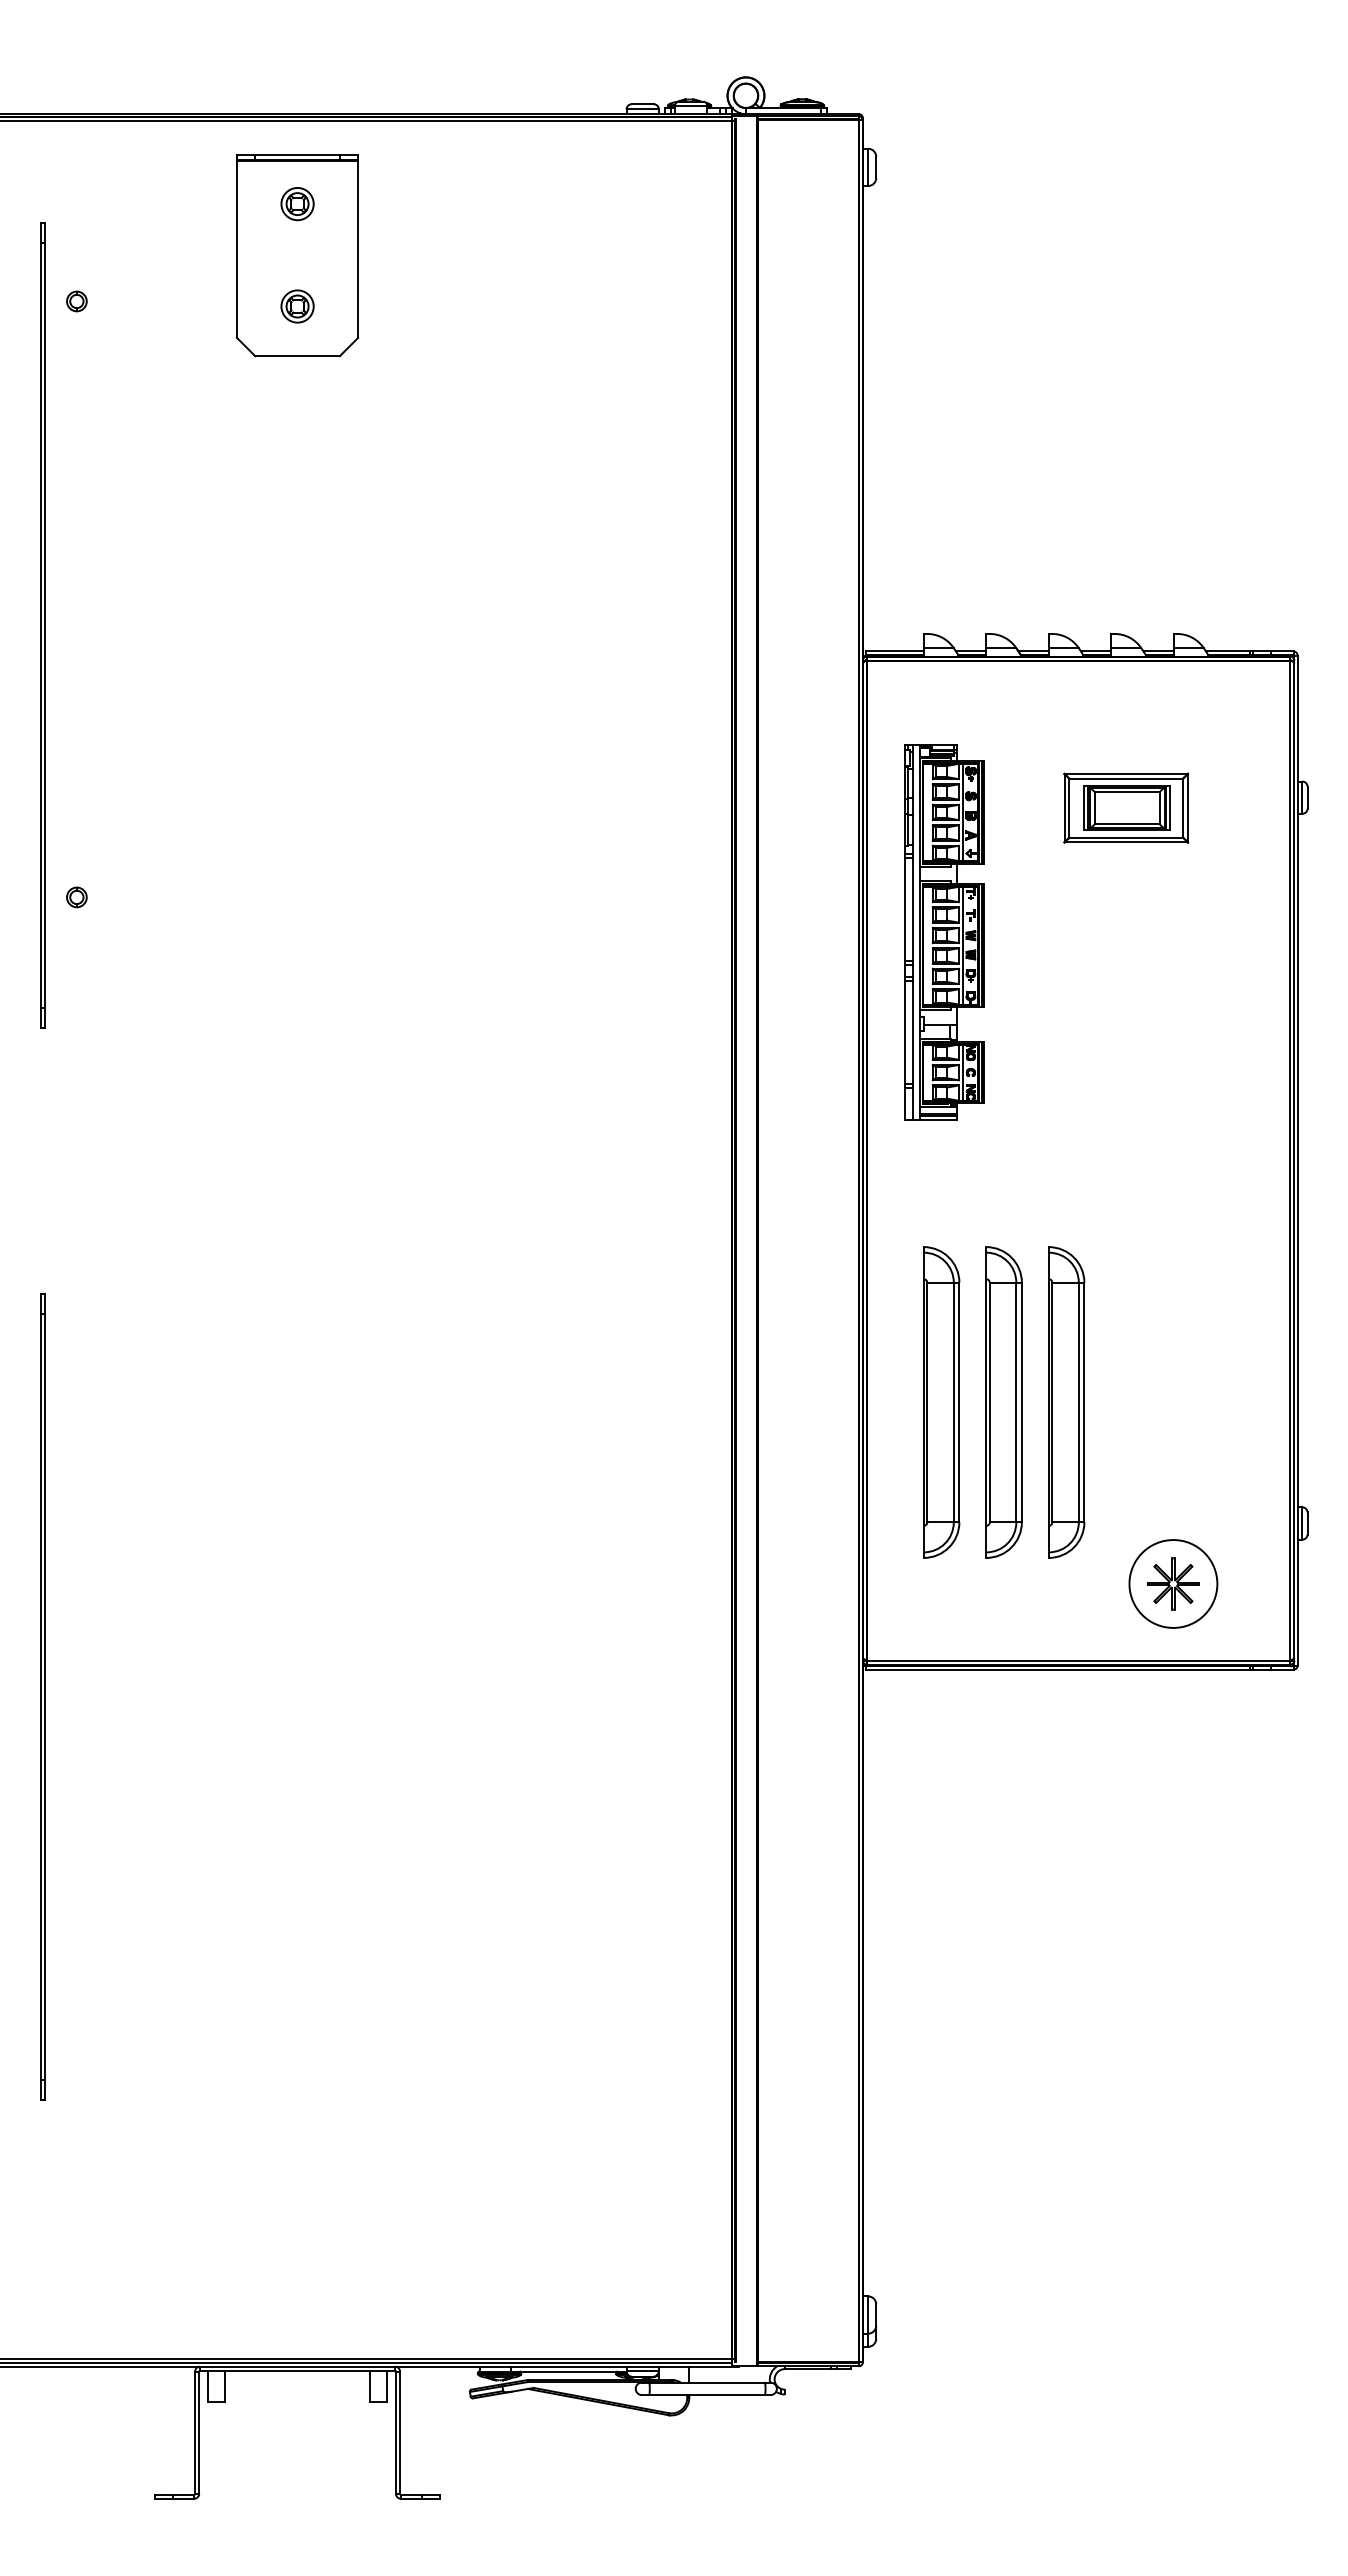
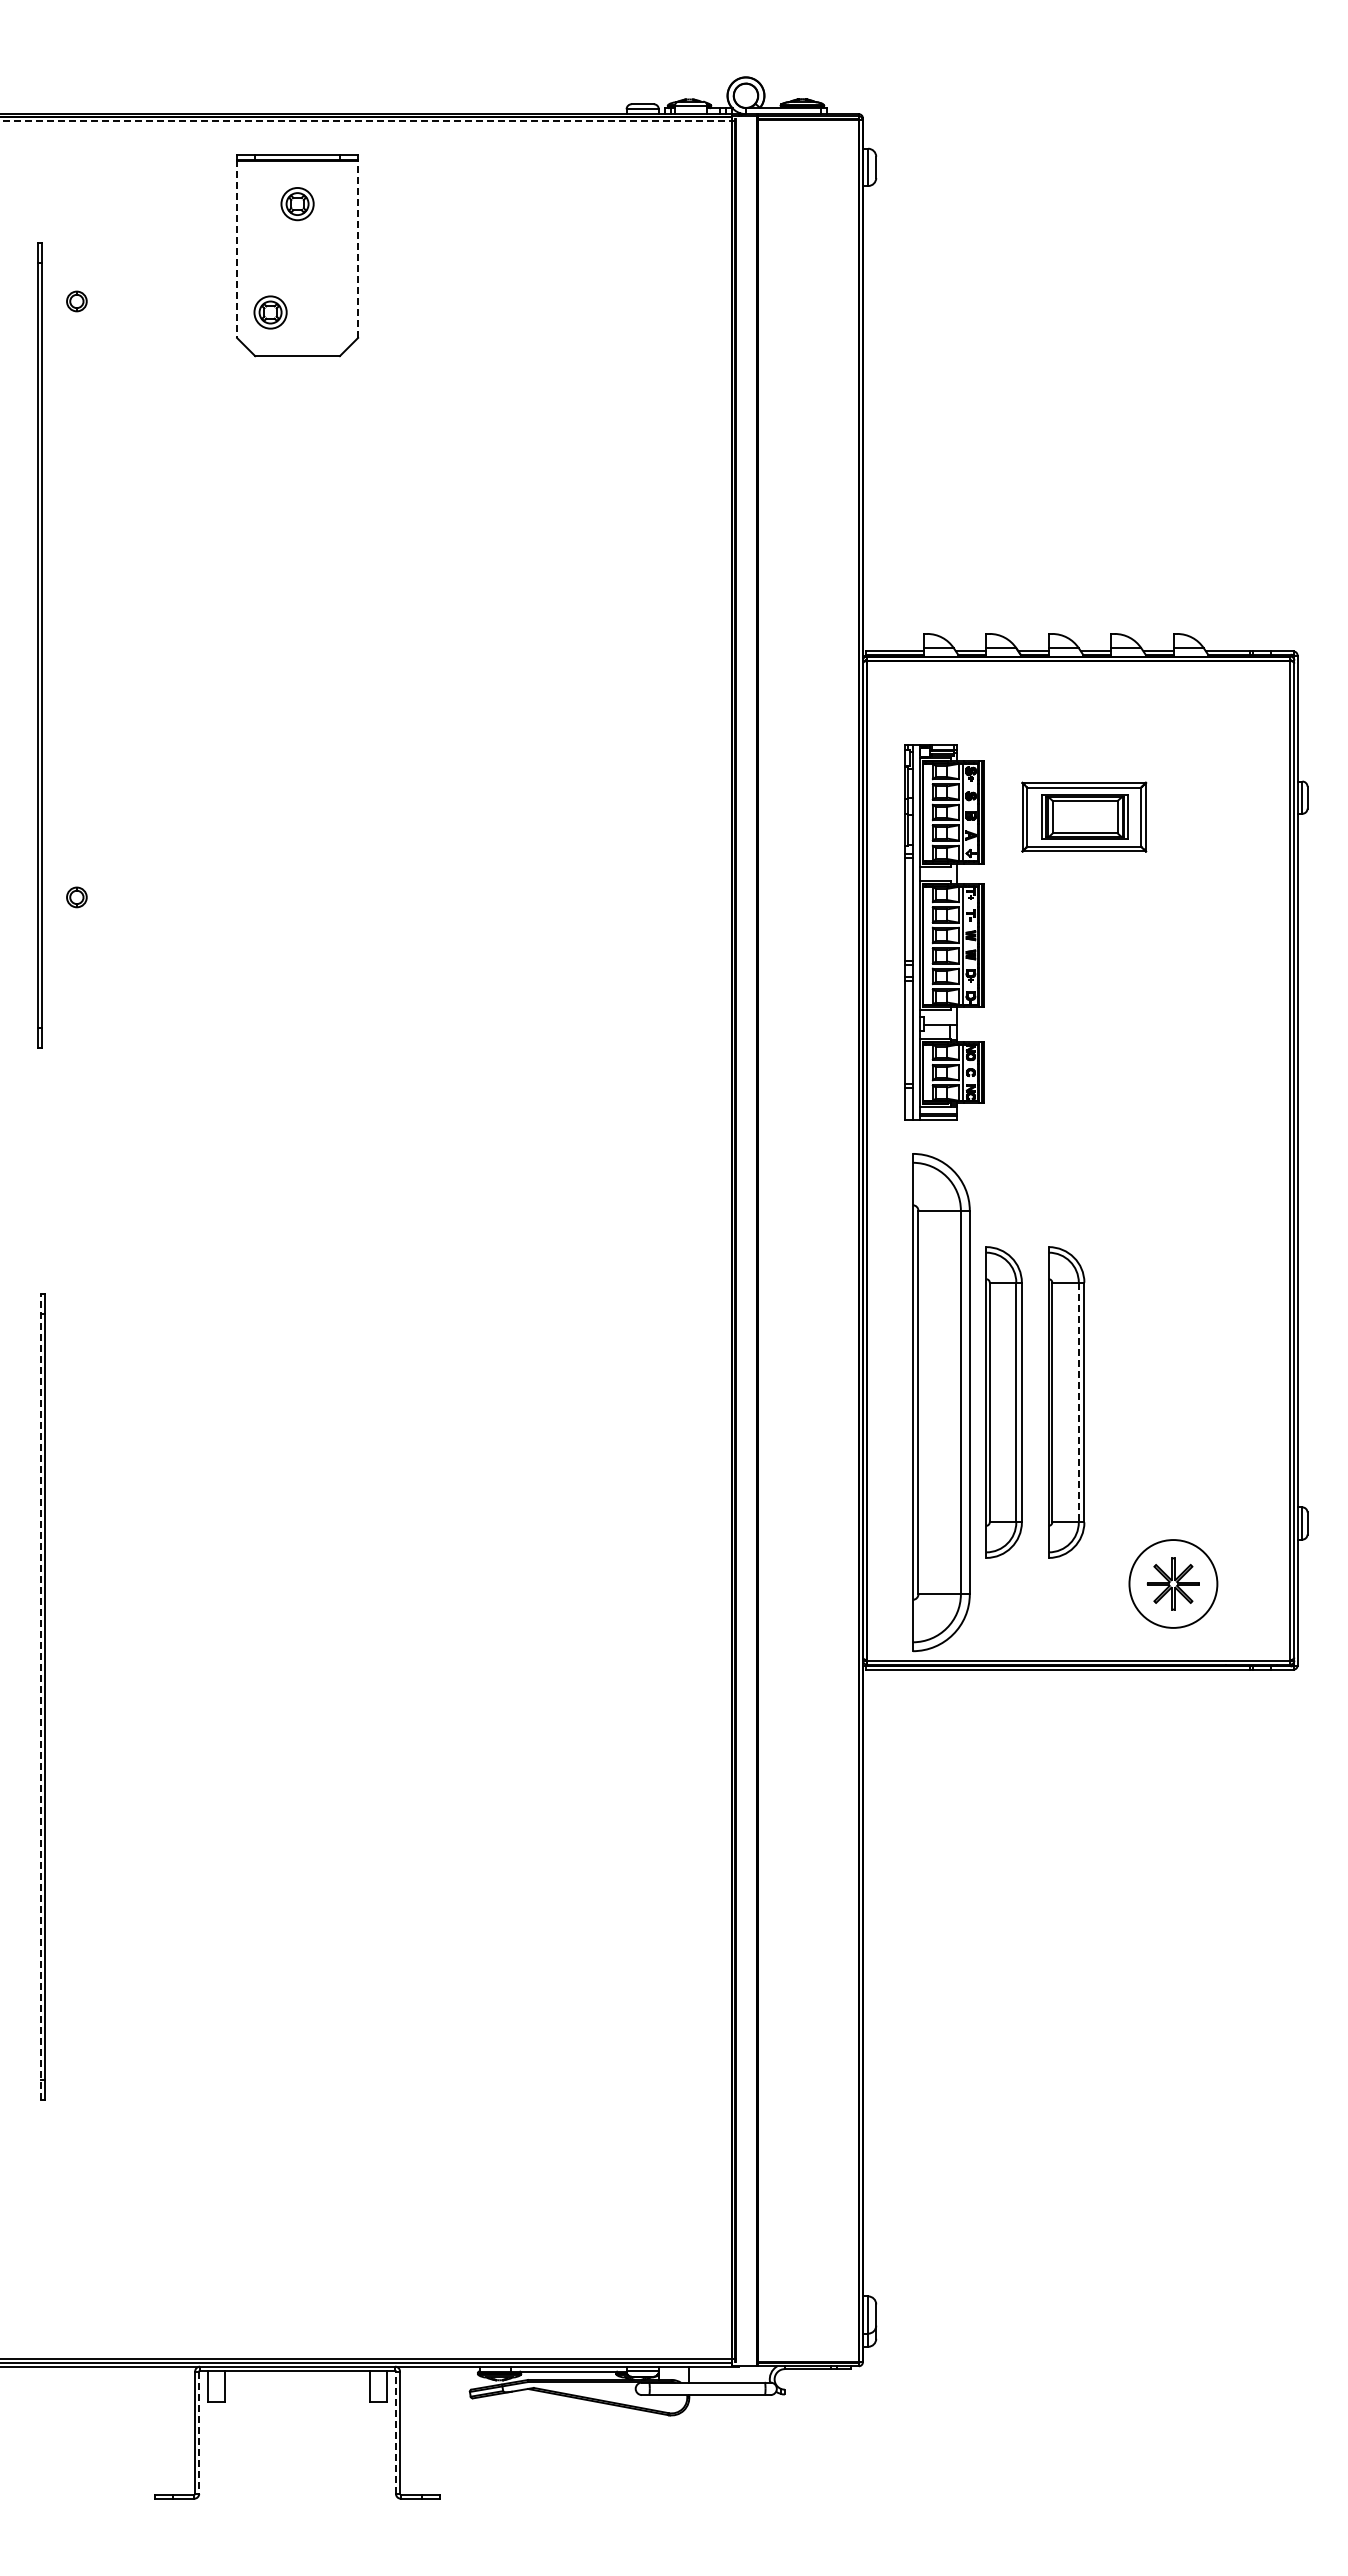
line at (367, 121): solid -> dashed
line at (358, 248): solid -> dashed
line at (237, 249): solid -> dashed
part at (297, 306) position: (297, 306) -> (270, 312)
part at (42, 625) position: (42, 625) -> (39, 645)
part at (1126, 807) position: (1126, 807) -> (1084, 816)
part at (941, 1402) size: 38x313 px -> 59x500 px
line at (1078, 1402): solid -> dashed
line at (40, 1697): solid -> dashed
line at (395, 2432): solid -> dashed
line at (199, 2433): solid -> dashed
